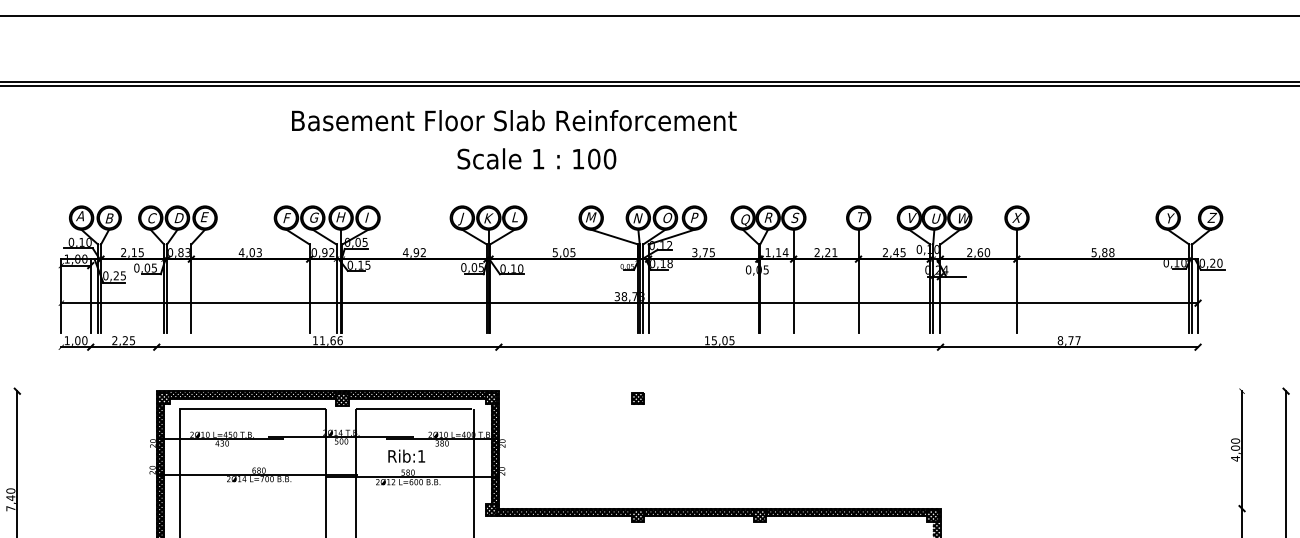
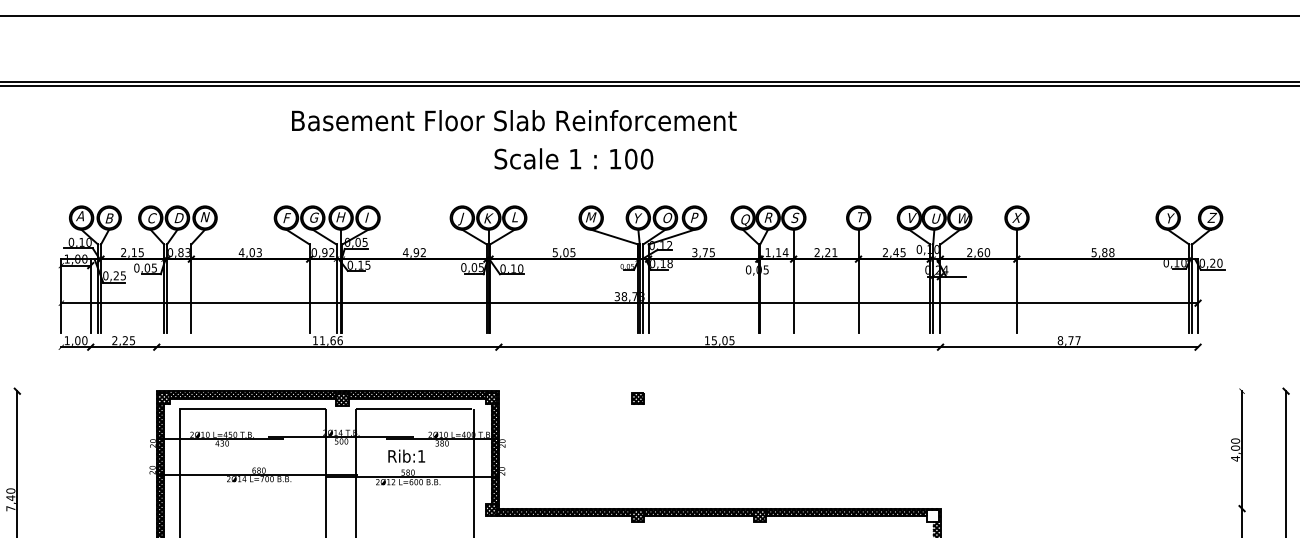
text at (536, 158) position: (536, 158) -> (573, 158)
text at (205, 217): E -> N
text at (637, 218): N -> Y
hatch at (933, 515): present -> none
